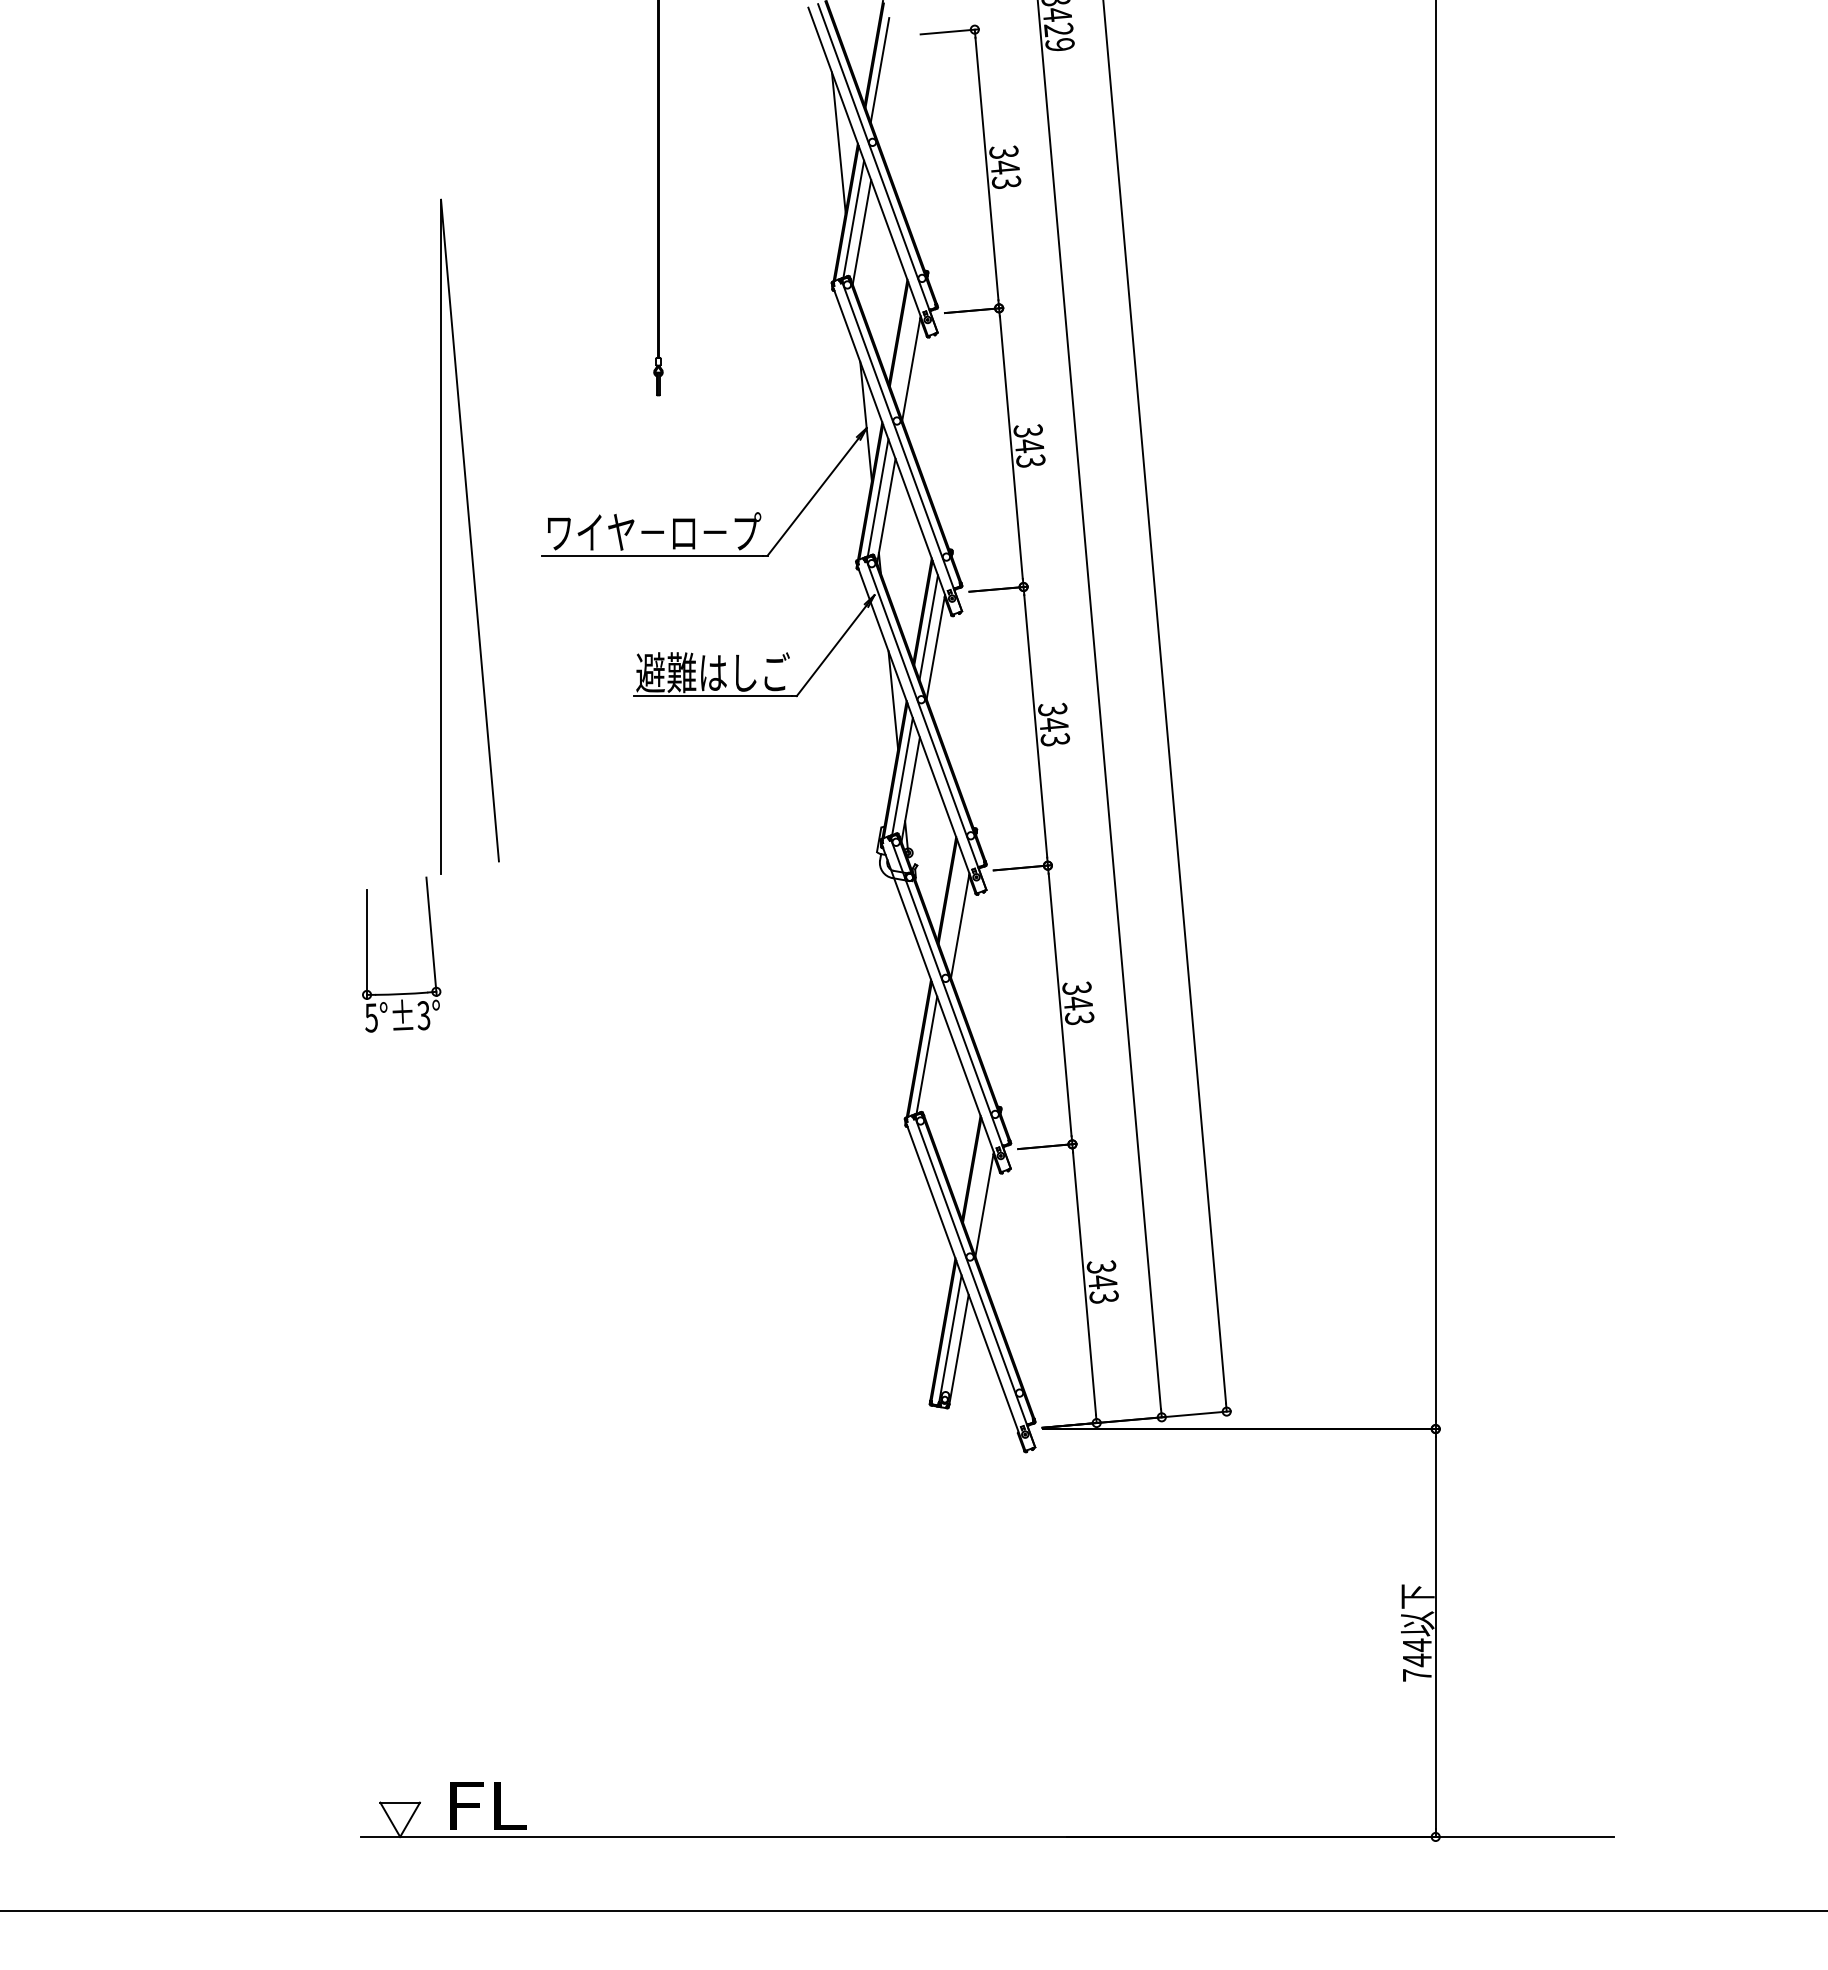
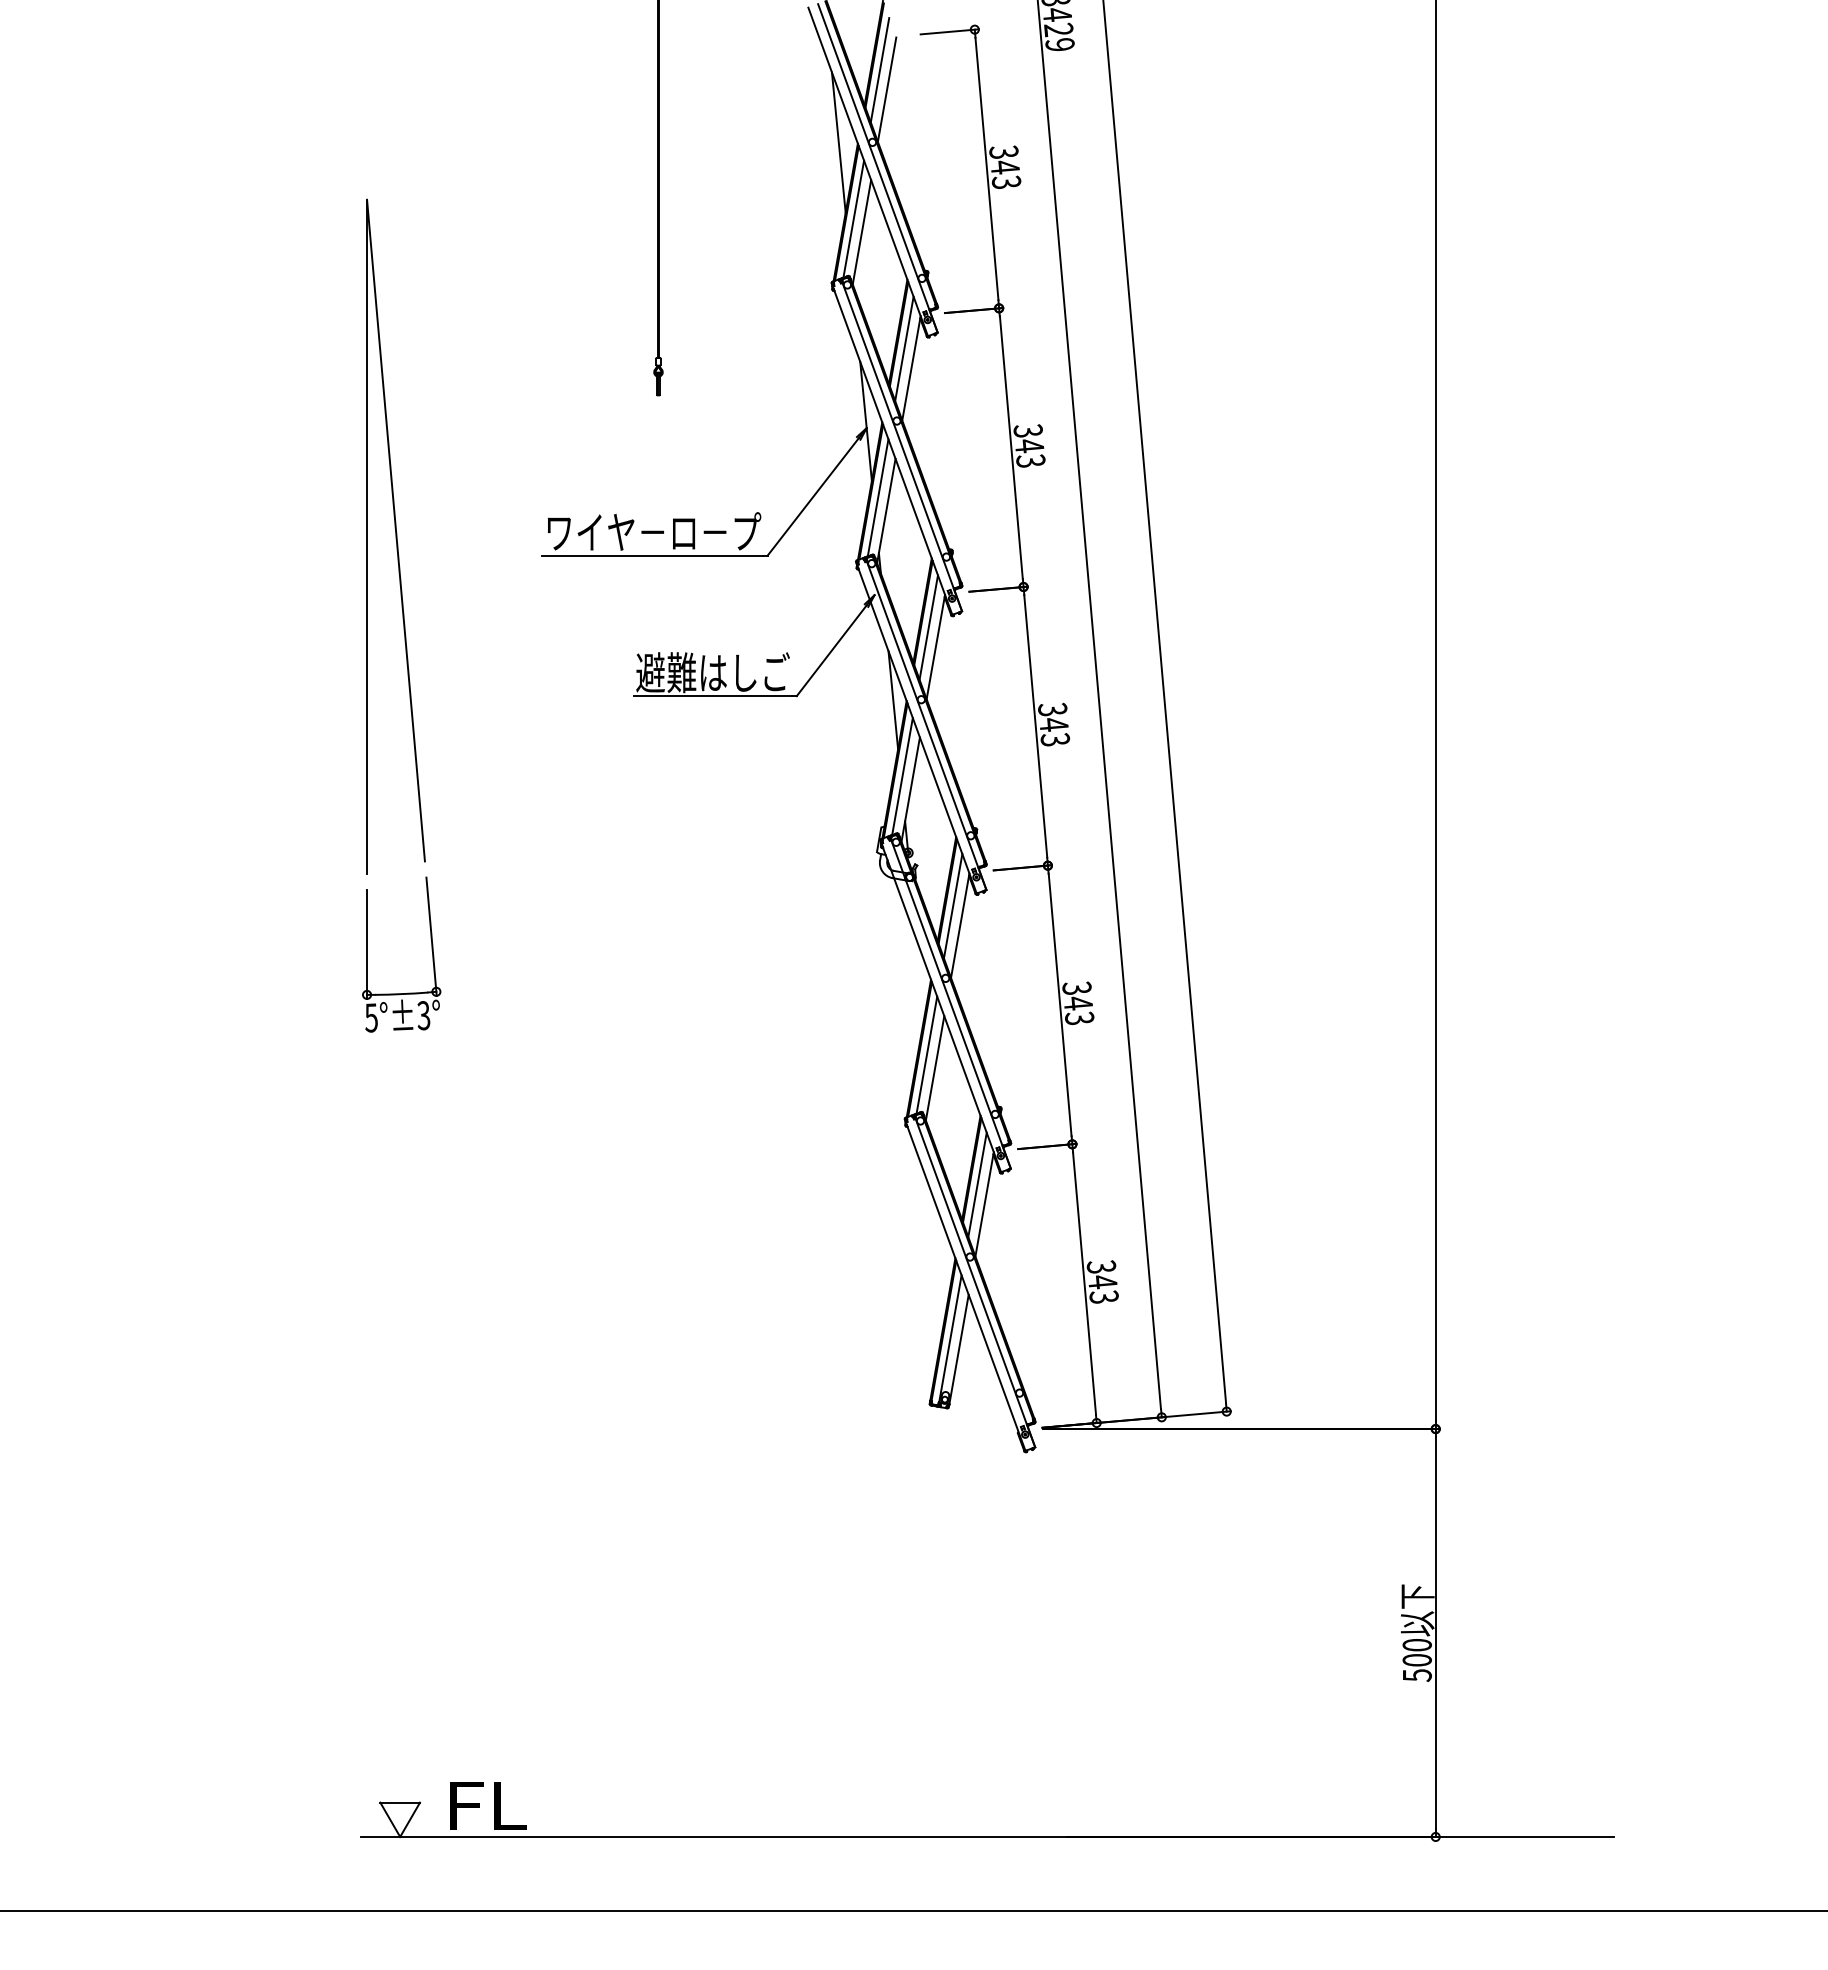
line at (886, 89): none -> present
line at (904, 348): none -> present
part at (469, 536) position: (469, 536) -> (395, 536)
line at (952, 906): none -> present
line at (934, 1068): none -> present
line at (977, 1184): none -> present
text at (1416, 1659): 744 -> 500
